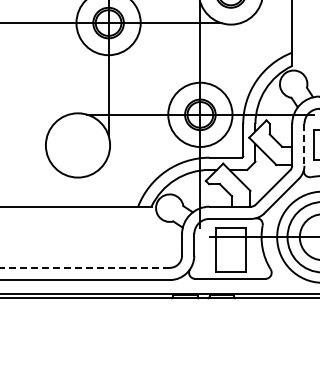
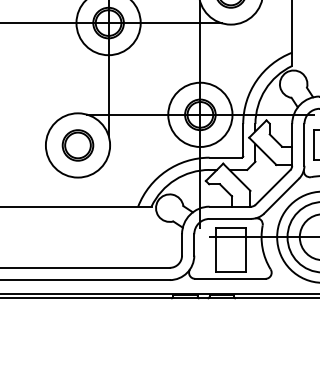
line at (304, 144): dashed -> solid
part at (77, 145): none -> present
line at (84, 267): dashed -> solid
